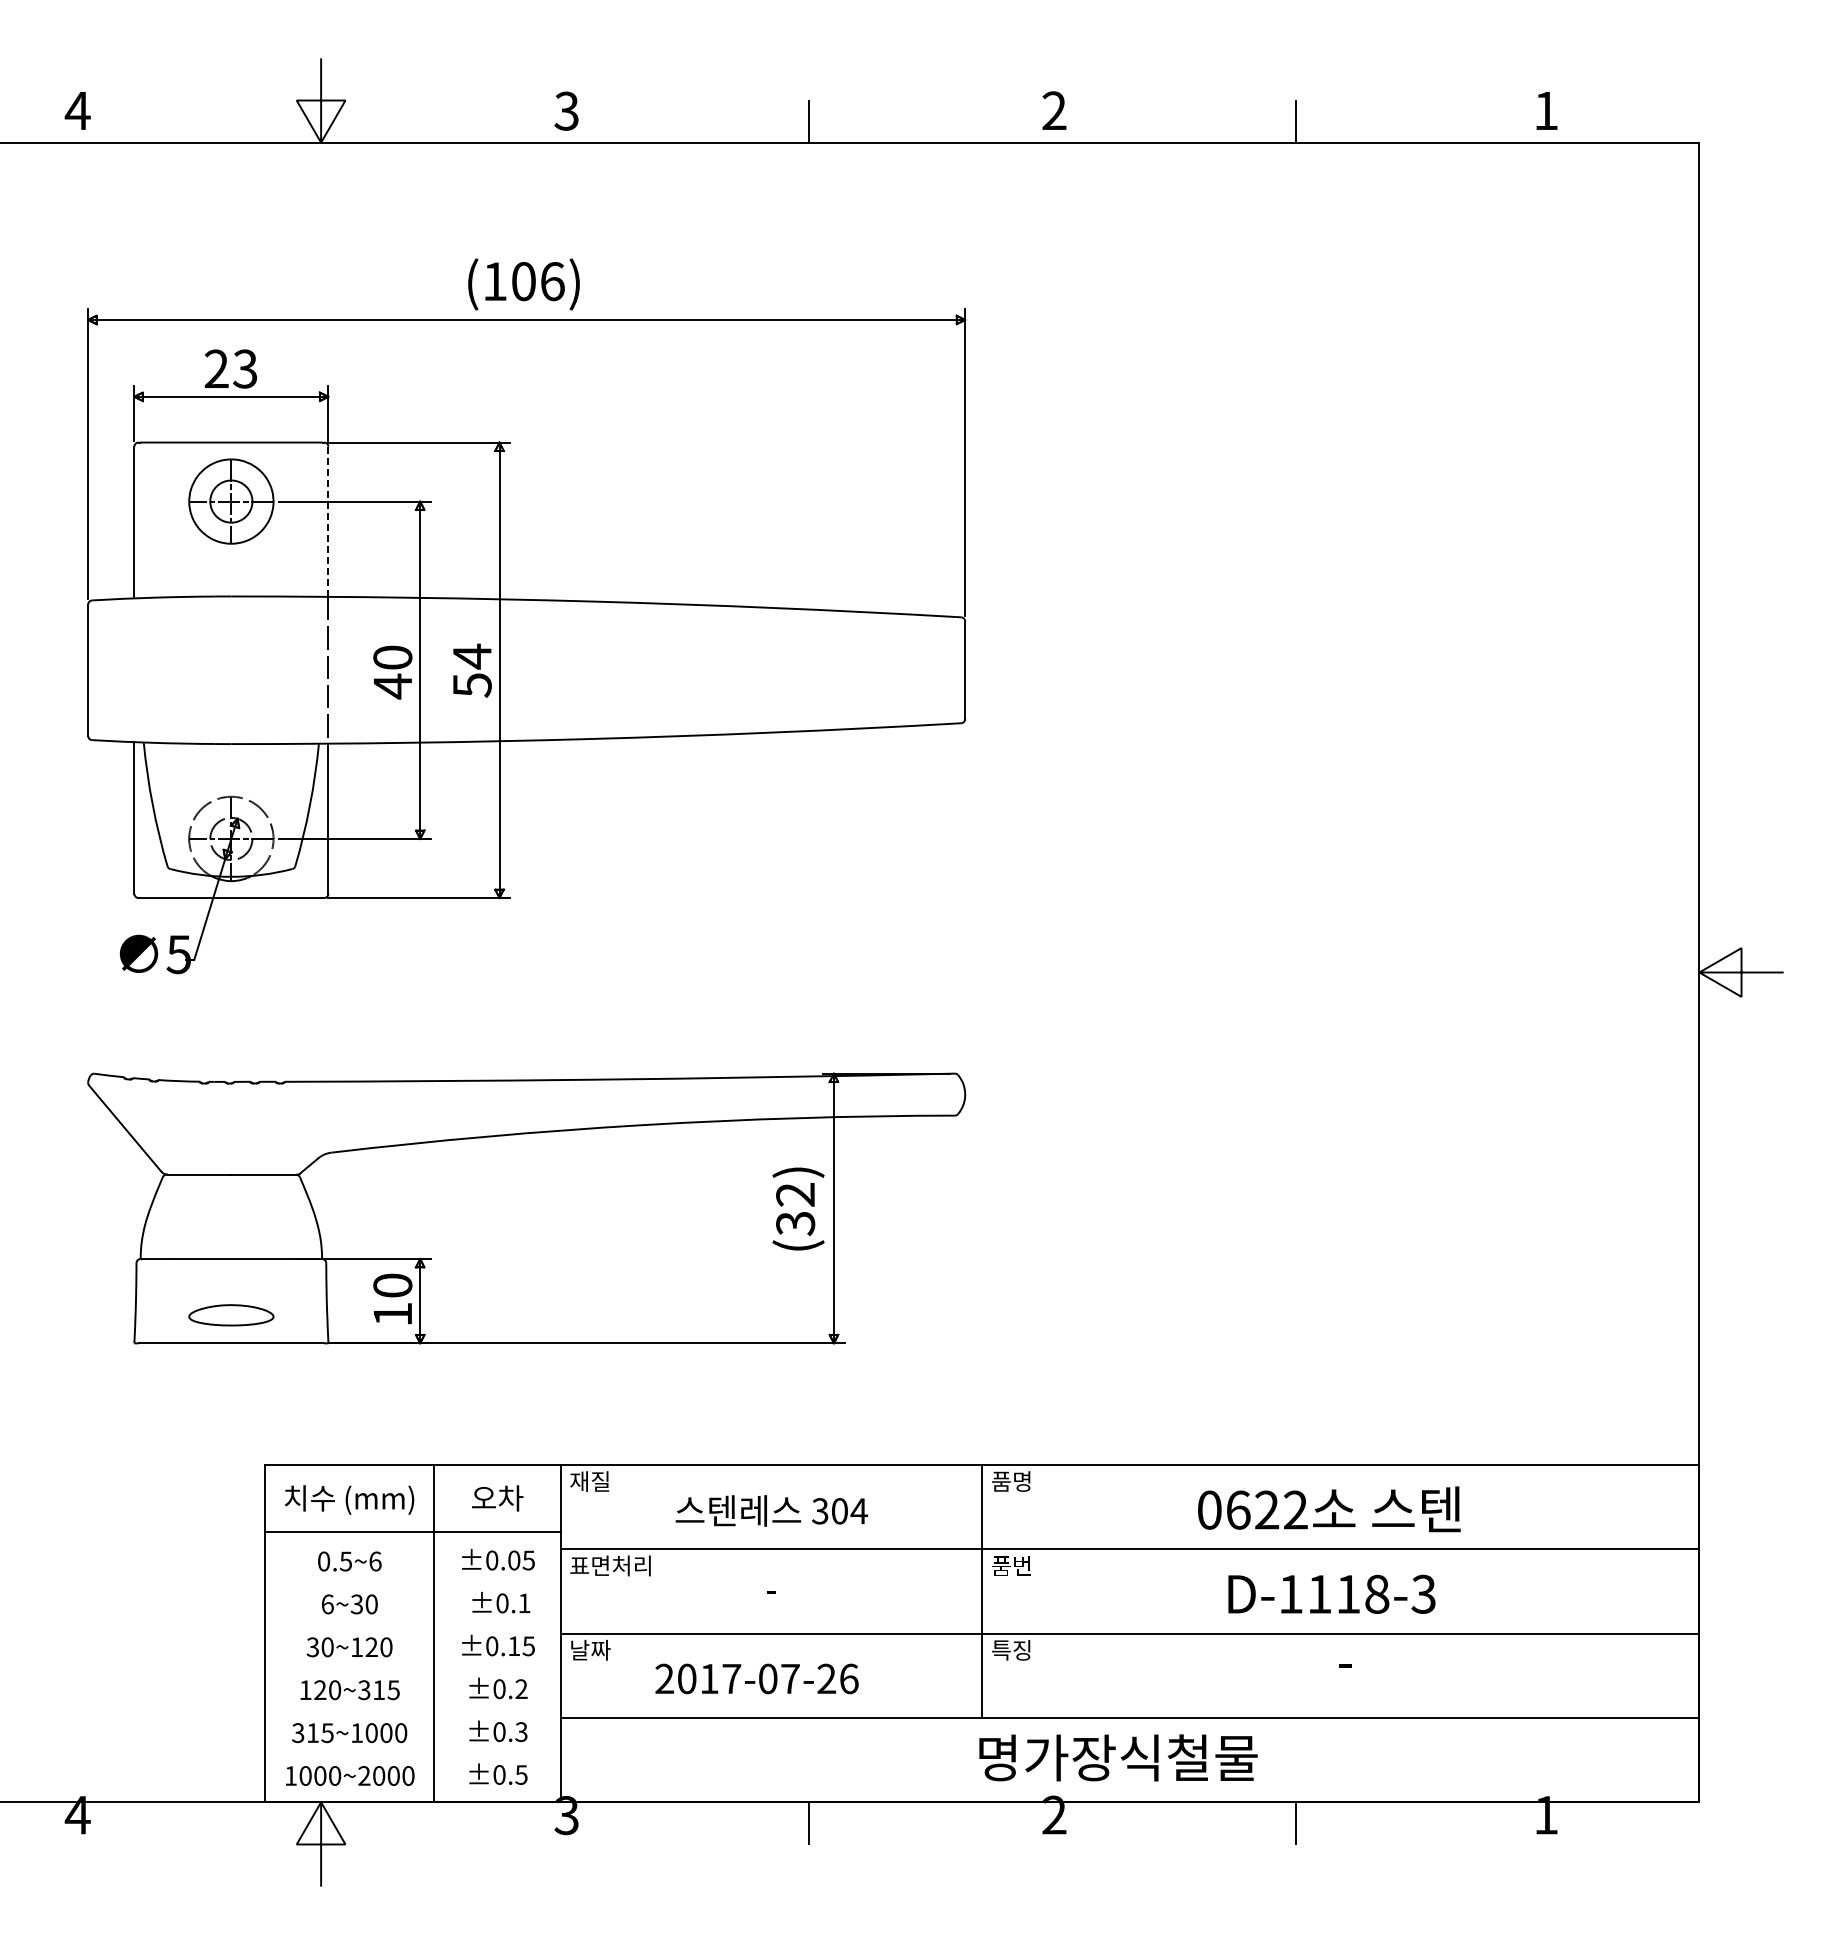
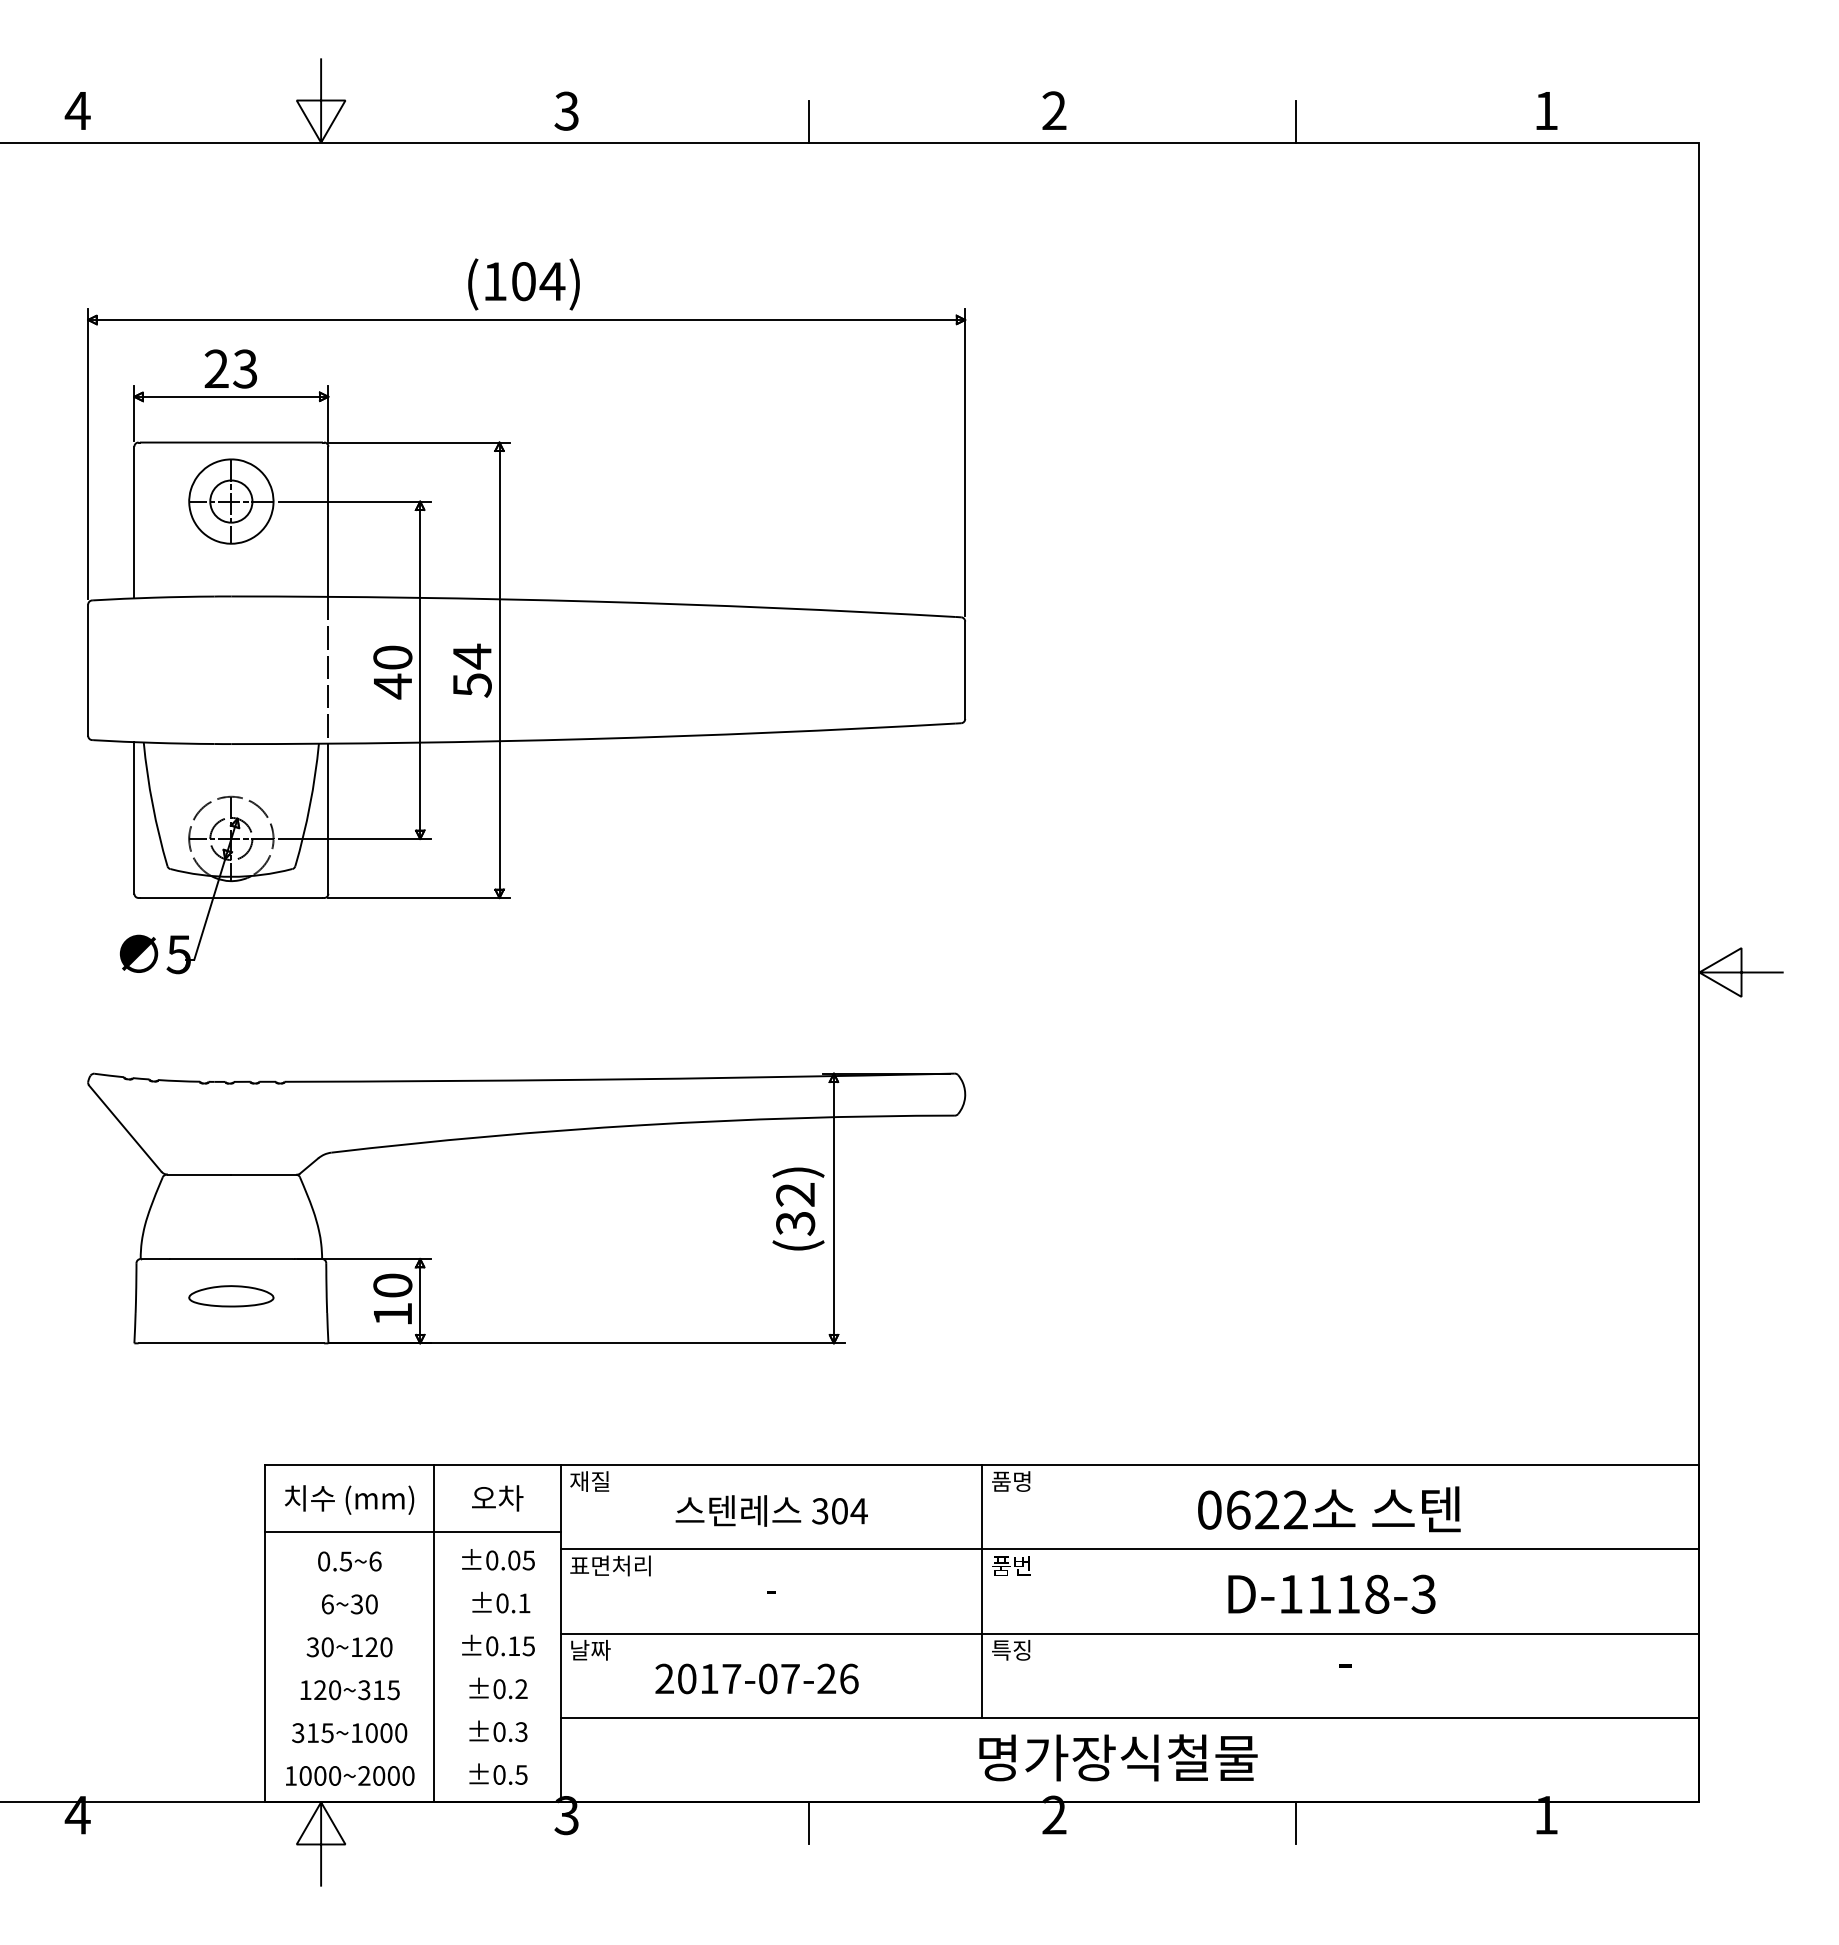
text at (552, 281): (106) -> (104)
line at (328, 522): dashed -> solid
part at (231, 1315) position: (231, 1315) -> (231, 1296)
